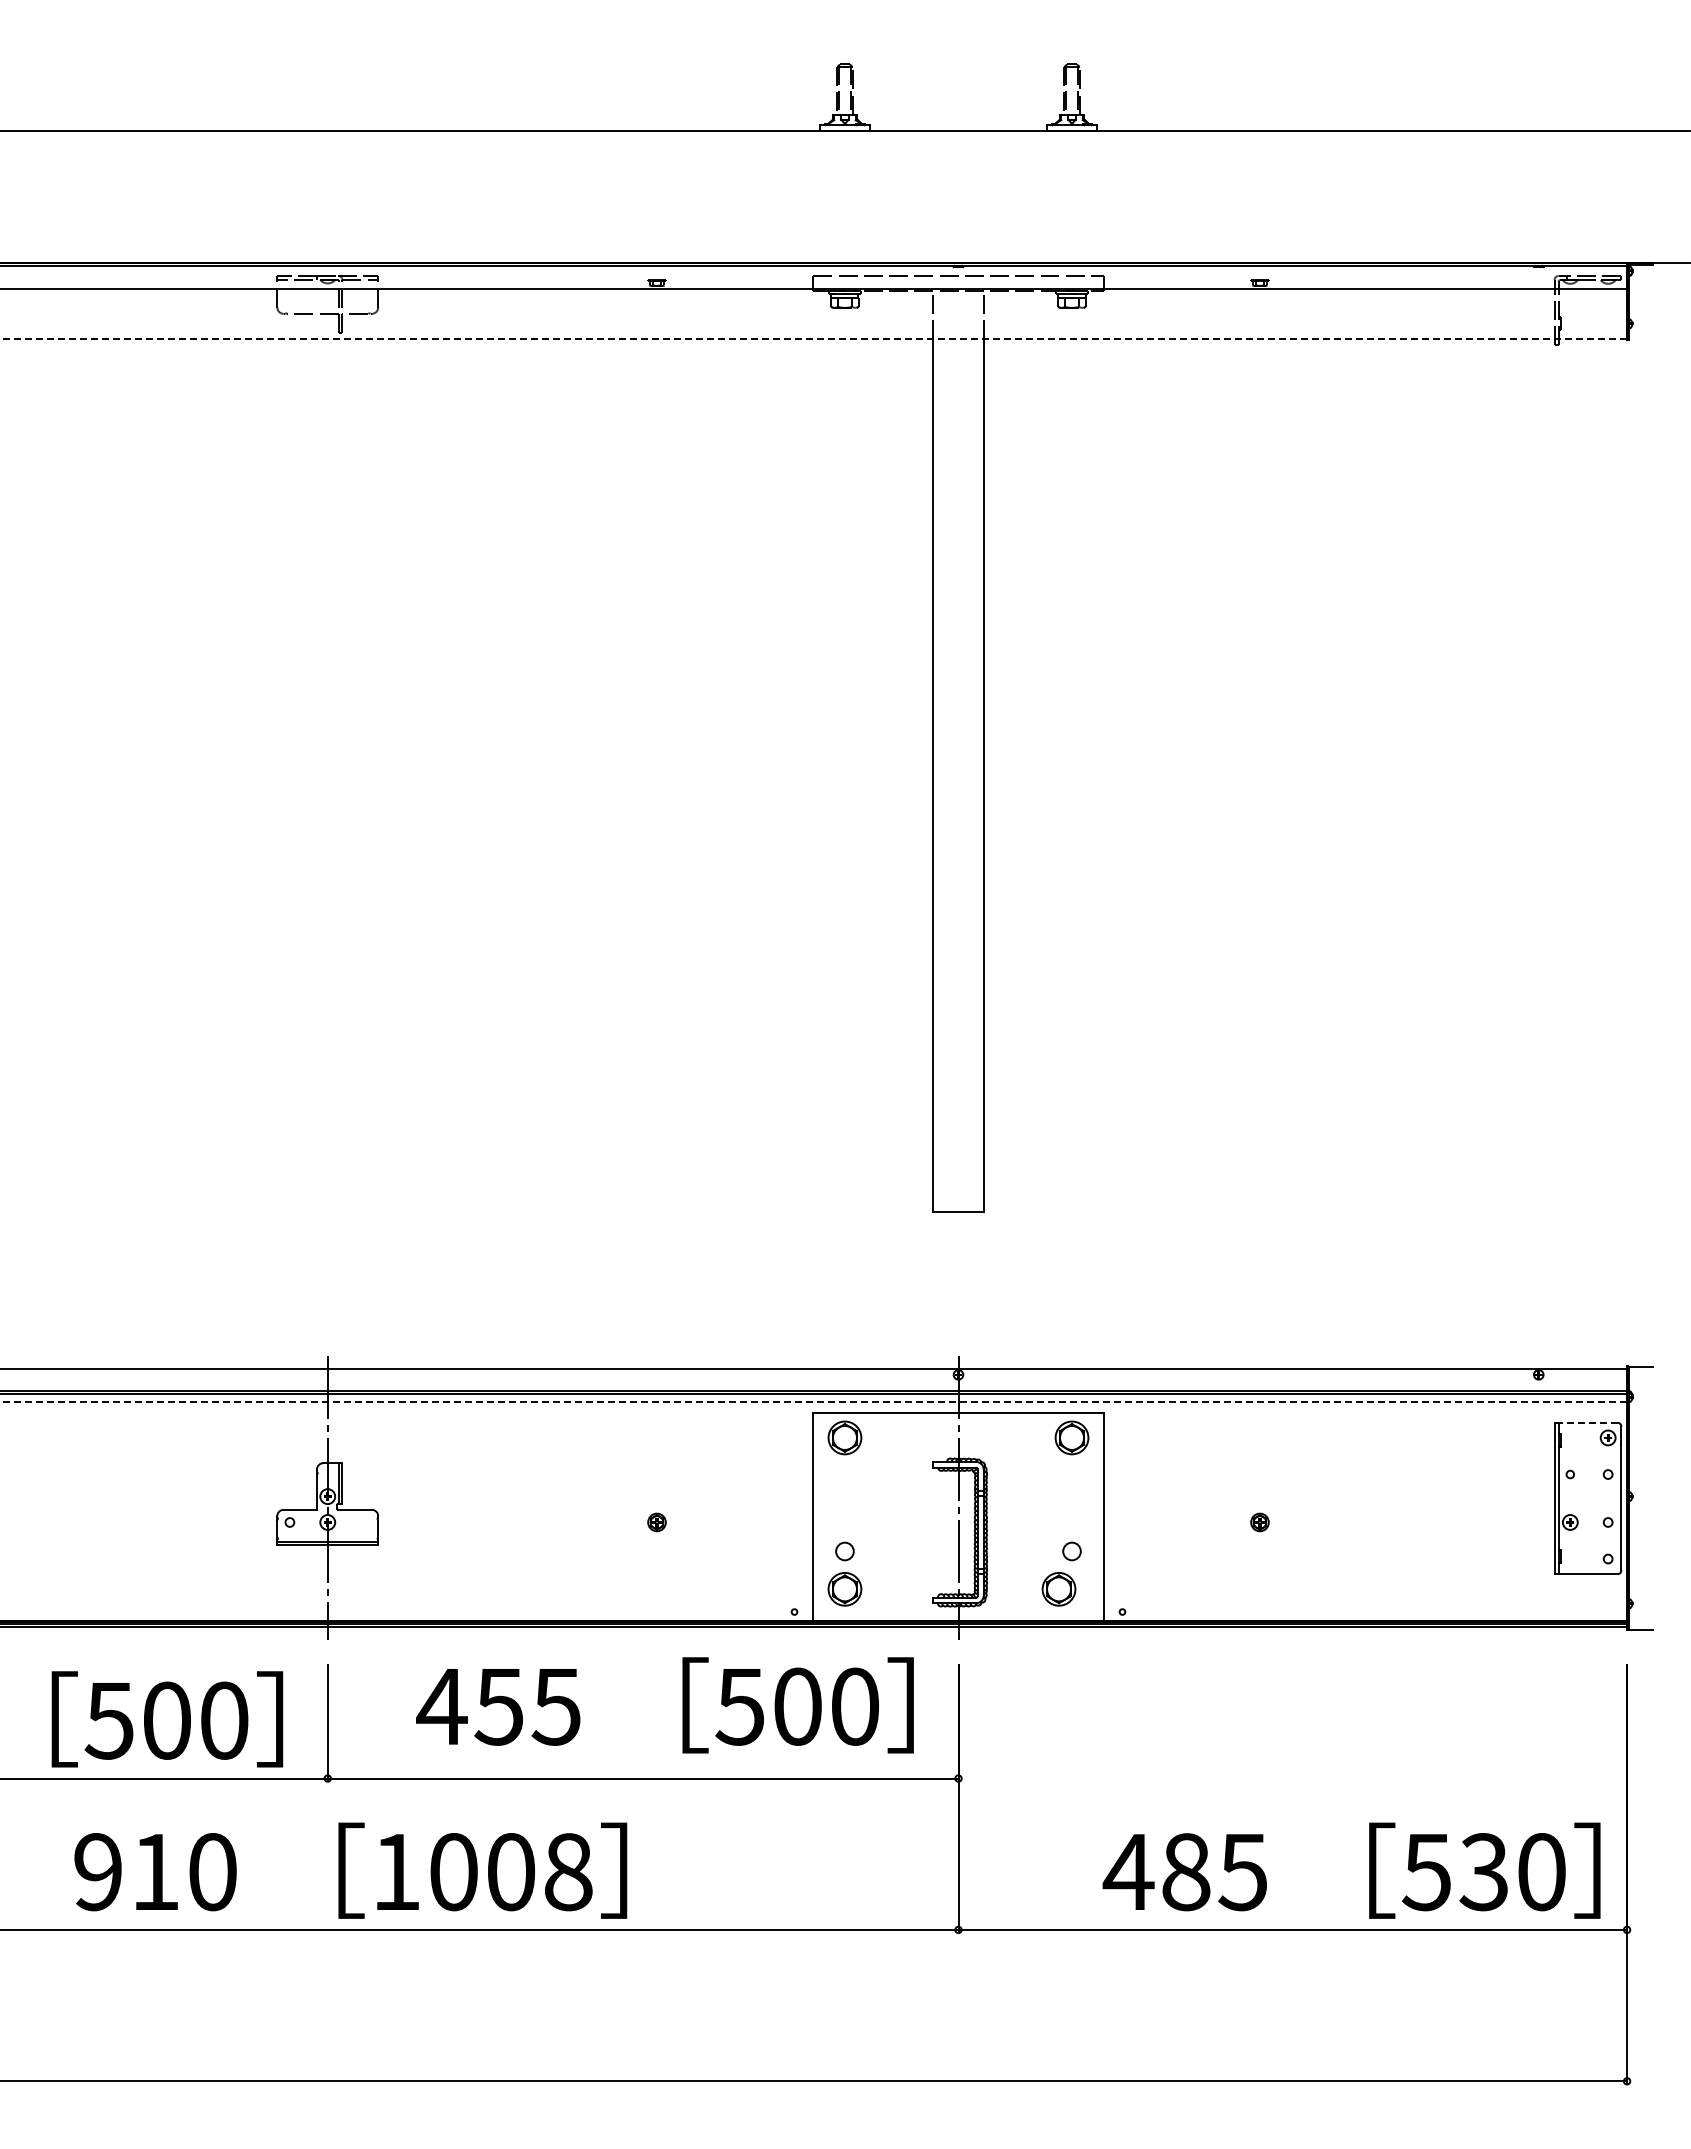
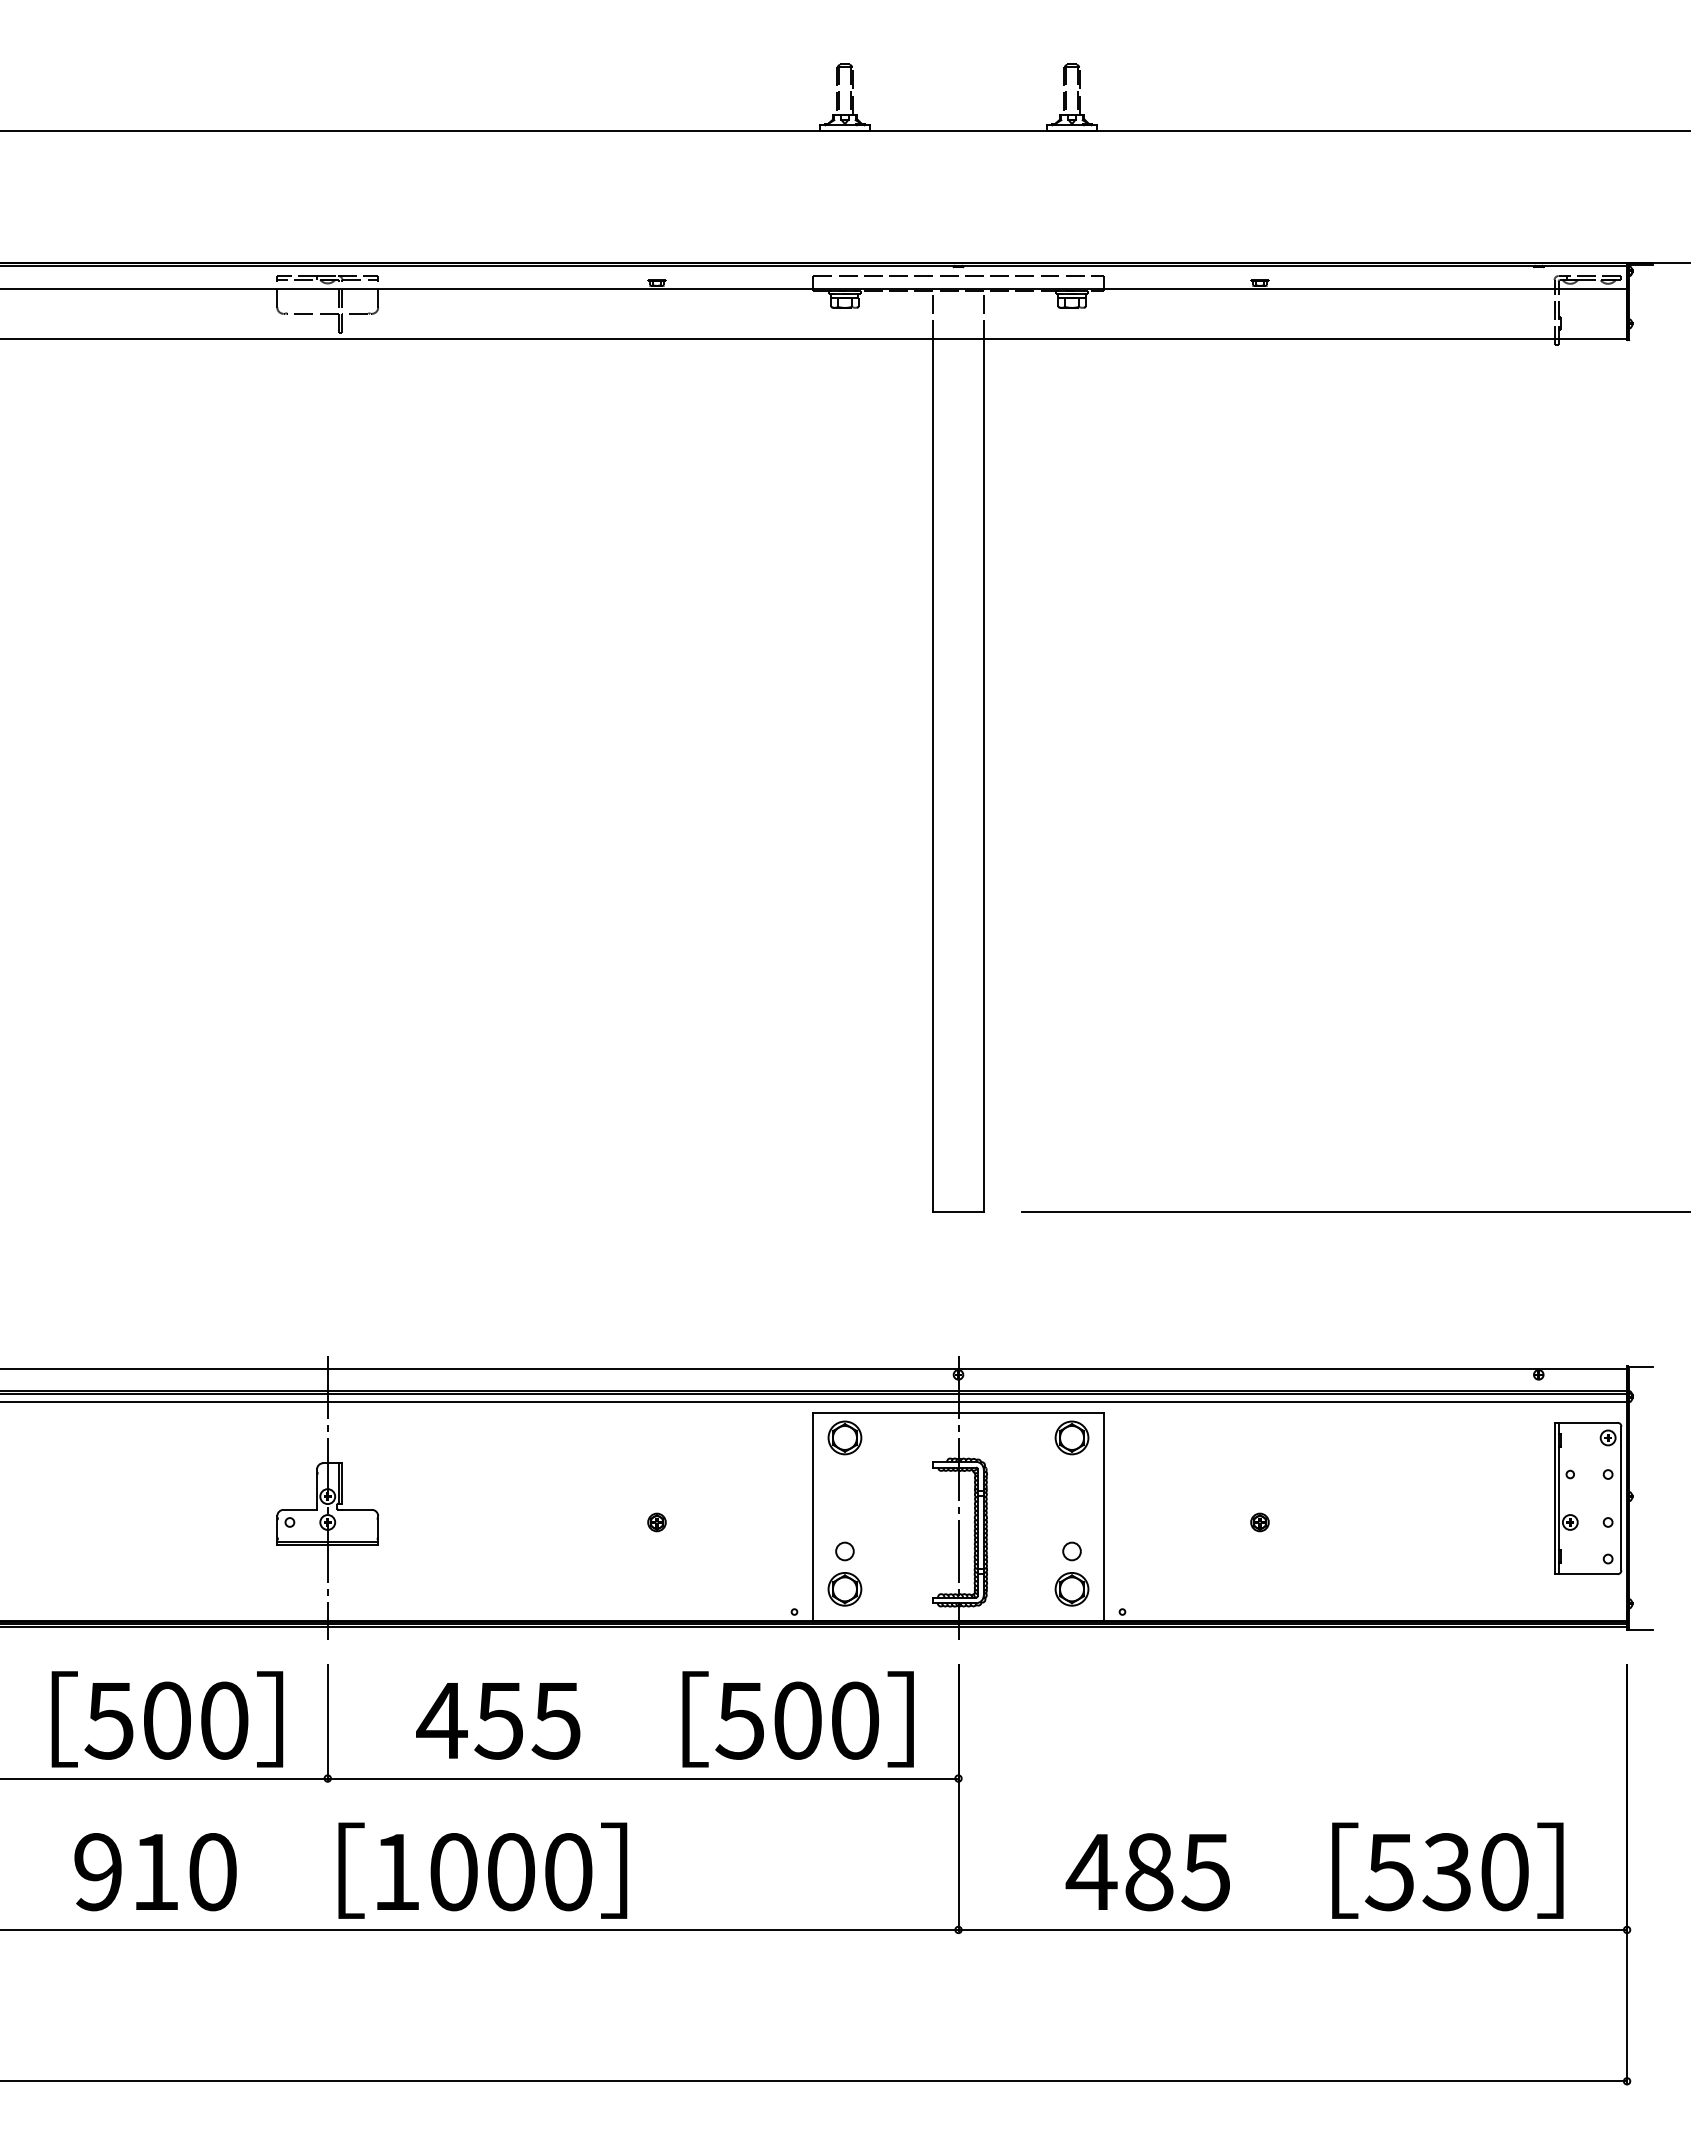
line at (813, 339): dashed -> solid
line at (1354, 1212): none -> present
line at (813, 1402): dashed -> solid
line at (1586, 1422): dashed -> solid
part at (1058, 1589) position: (1058, 1589) -> (1071, 1589)
text at (664, 1705) position: (664, 1705) -> (664, 1719)
text at (1351, 1870) position: (1351, 1870) -> (1314, 1870)
text at (568, 1872): 1008 -> 1000
